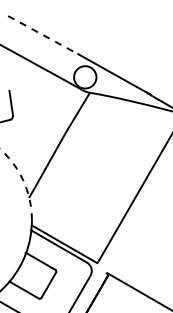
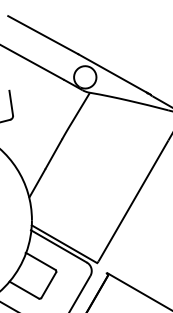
line at (43, 35): dashed -> solid
arc at (23, 180): dashed -> solid
